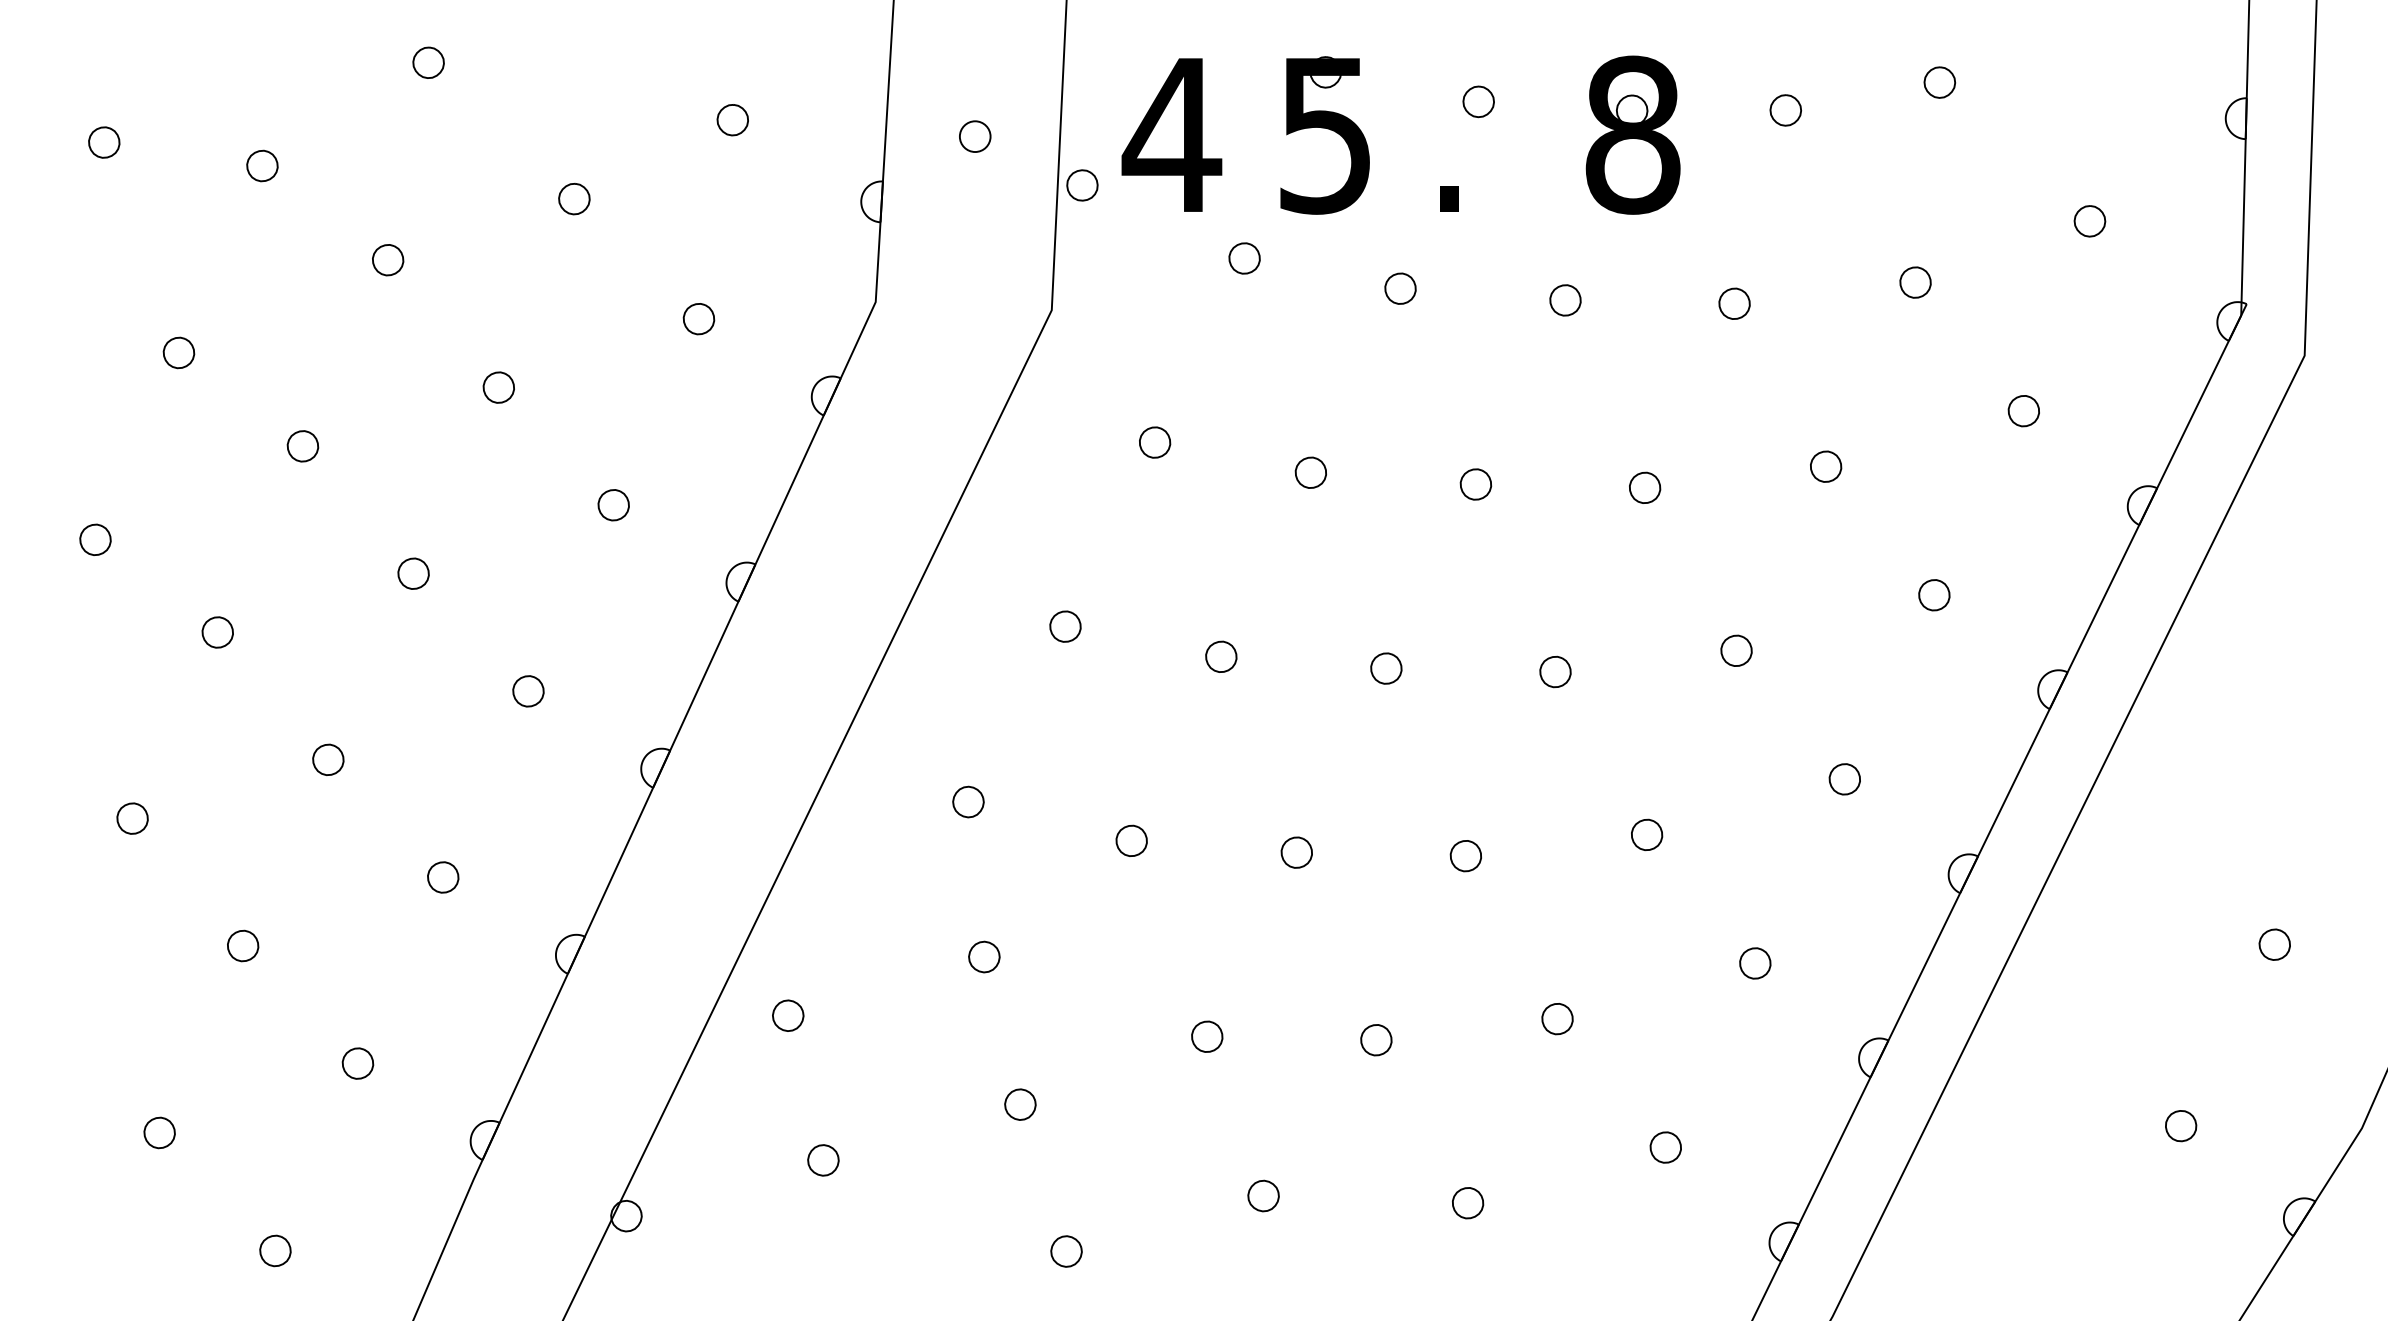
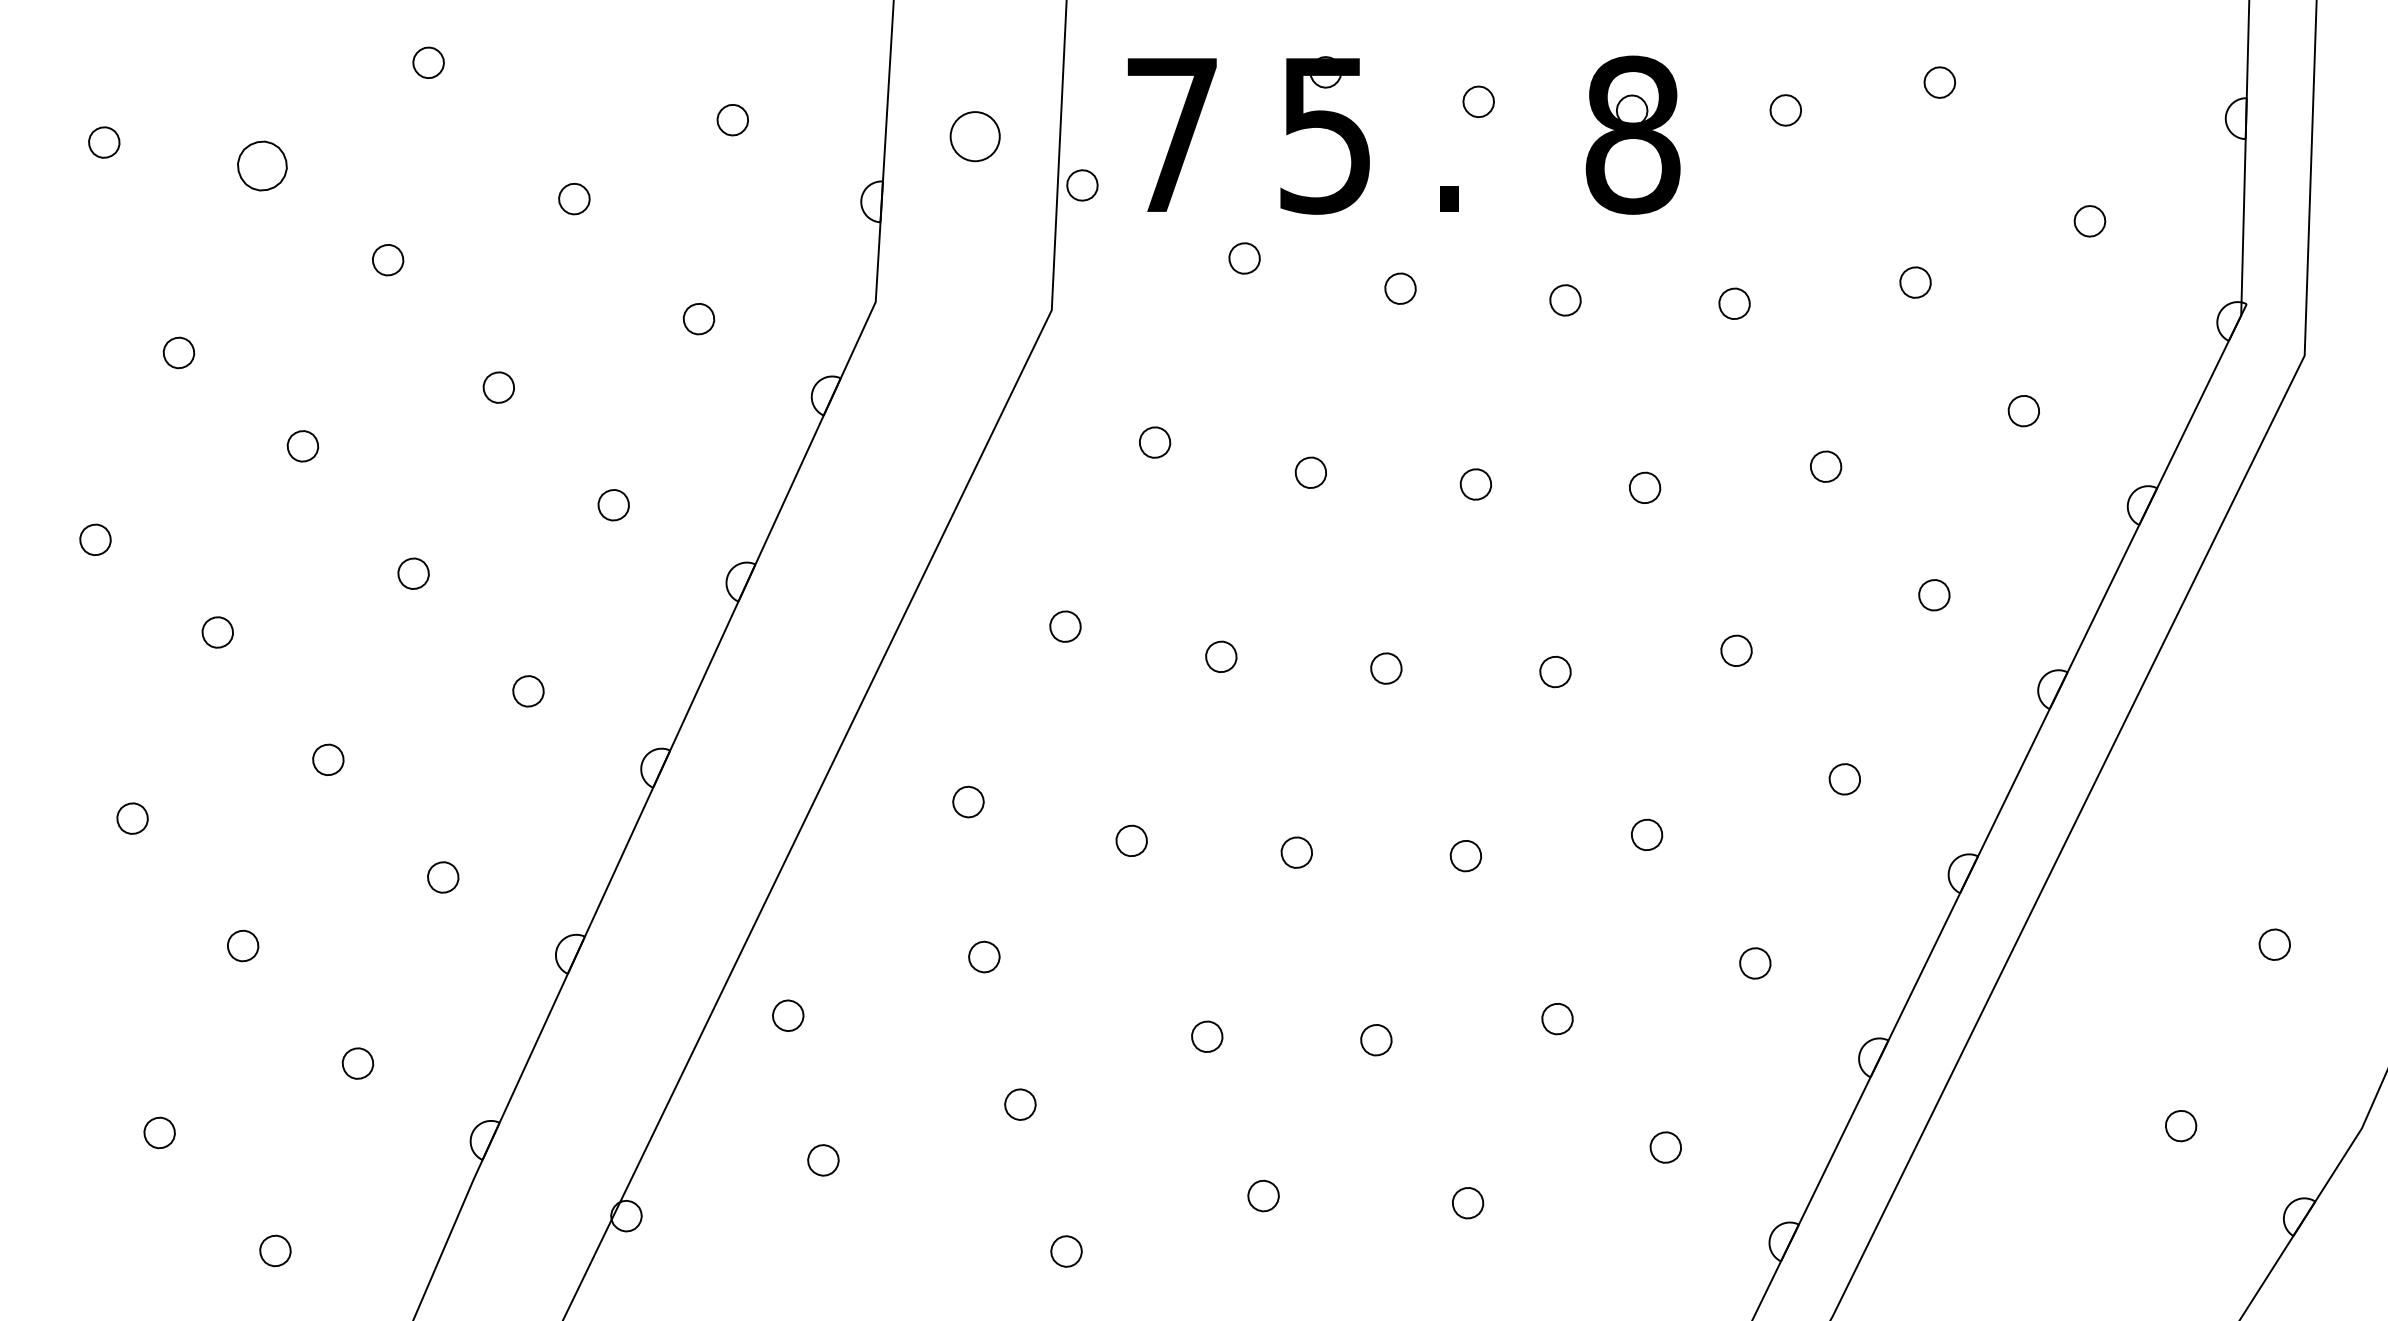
text at (1171, 134): 4 -> 7
circle at (974, 136) diameter: 31 px -> 49 px
part at (262, 165) size: 33x34 px -> 51x52 px
